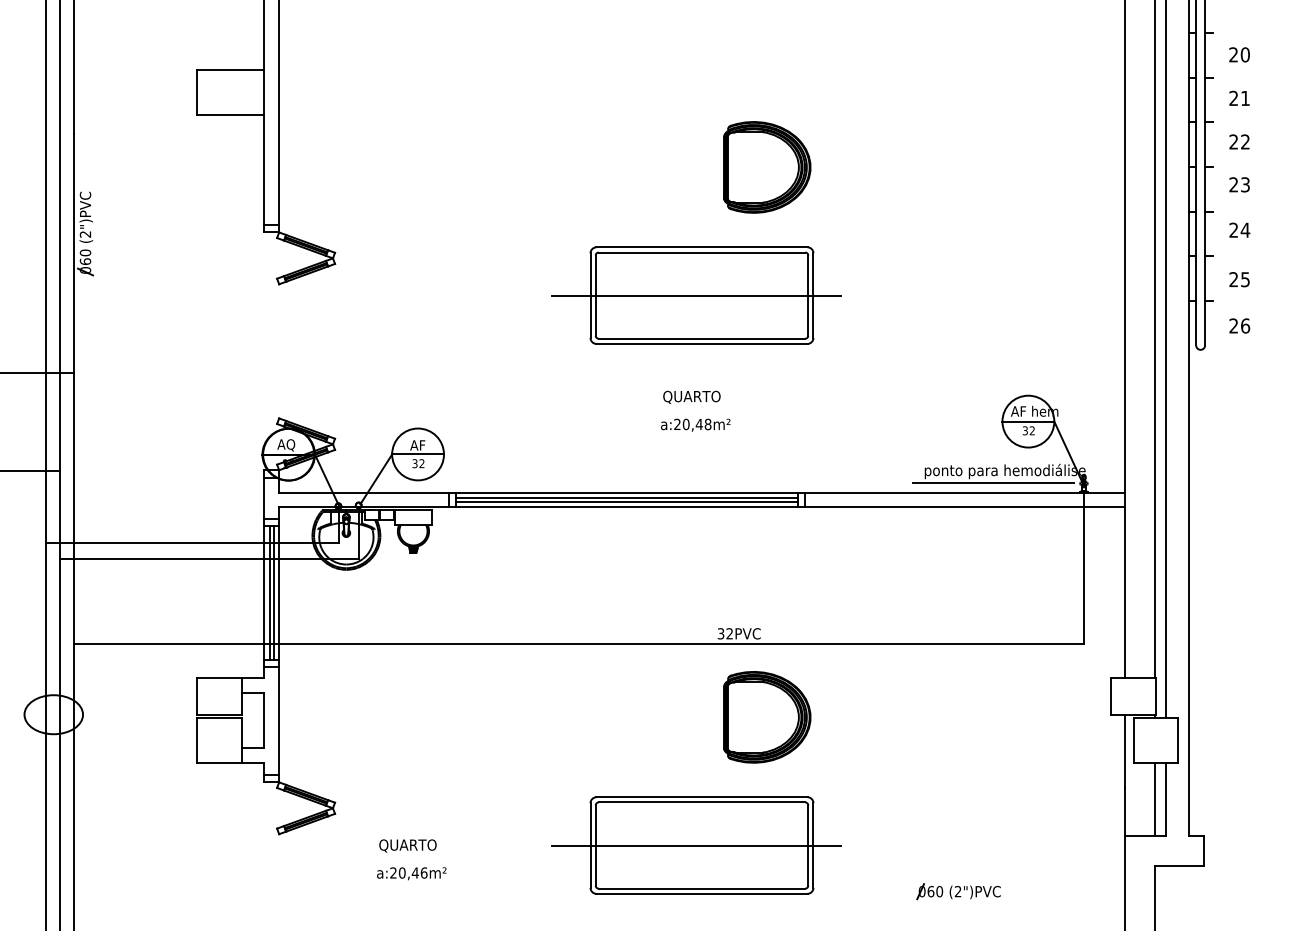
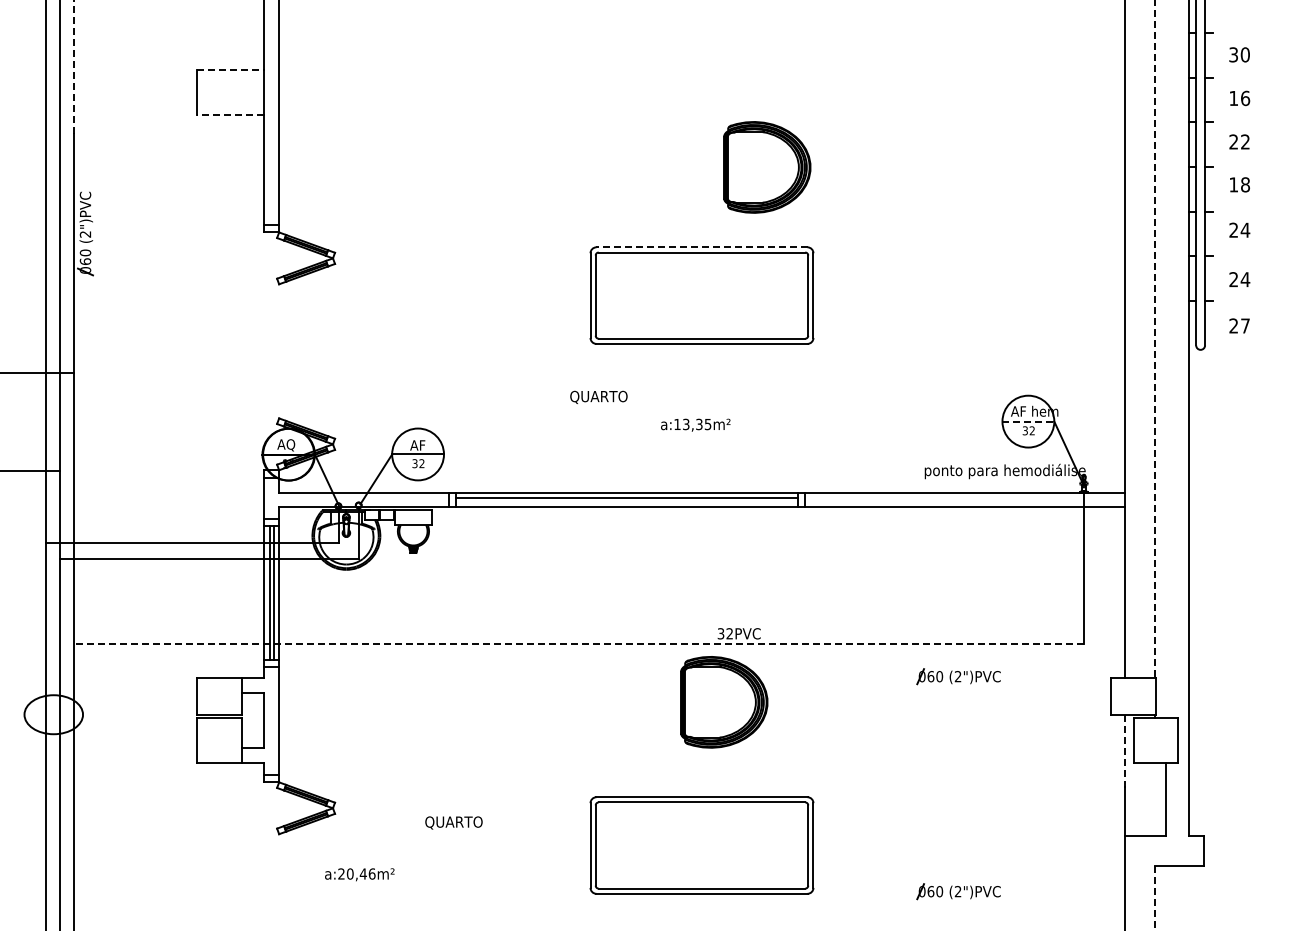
text at (1233, 54): 20 -> 30
line at (74, 66): solid -> dashed
line at (231, 70): solid -> dashed
text at (1239, 98): 21 -> 16
line at (230, 115): solid -> dashed
text at (1239, 184): 23 -> 18
line at (701, 247): solid -> dashed
text at (1245, 279): 25 -> 24
line at (696, 295): present -> none
text at (1245, 325): 26 -> 27
line at (1154, 339): solid -> dashed
line at (1166, 360): present -> none
text at (691, 396) position: (691, 396) -> (598, 396)
line at (1028, 421): solid -> dashed
text at (692, 424): a:20,48m² -> a:13,35m²
line at (993, 482): present -> none
line at (626, 502): present -> none
line at (579, 644): solid -> dashed
part at (958, 676): none -> present
part at (767, 717) position: (767, 717) -> (724, 702)
line at (1124, 751): solid -> dashed
line at (1154, 799): present -> none
text at (407, 845) position: (407, 845) -> (453, 822)
line at (696, 845): present -> none
text at (411, 873) position: (411, 873) -> (359, 874)
line at (1154, 898): solid -> dashed
